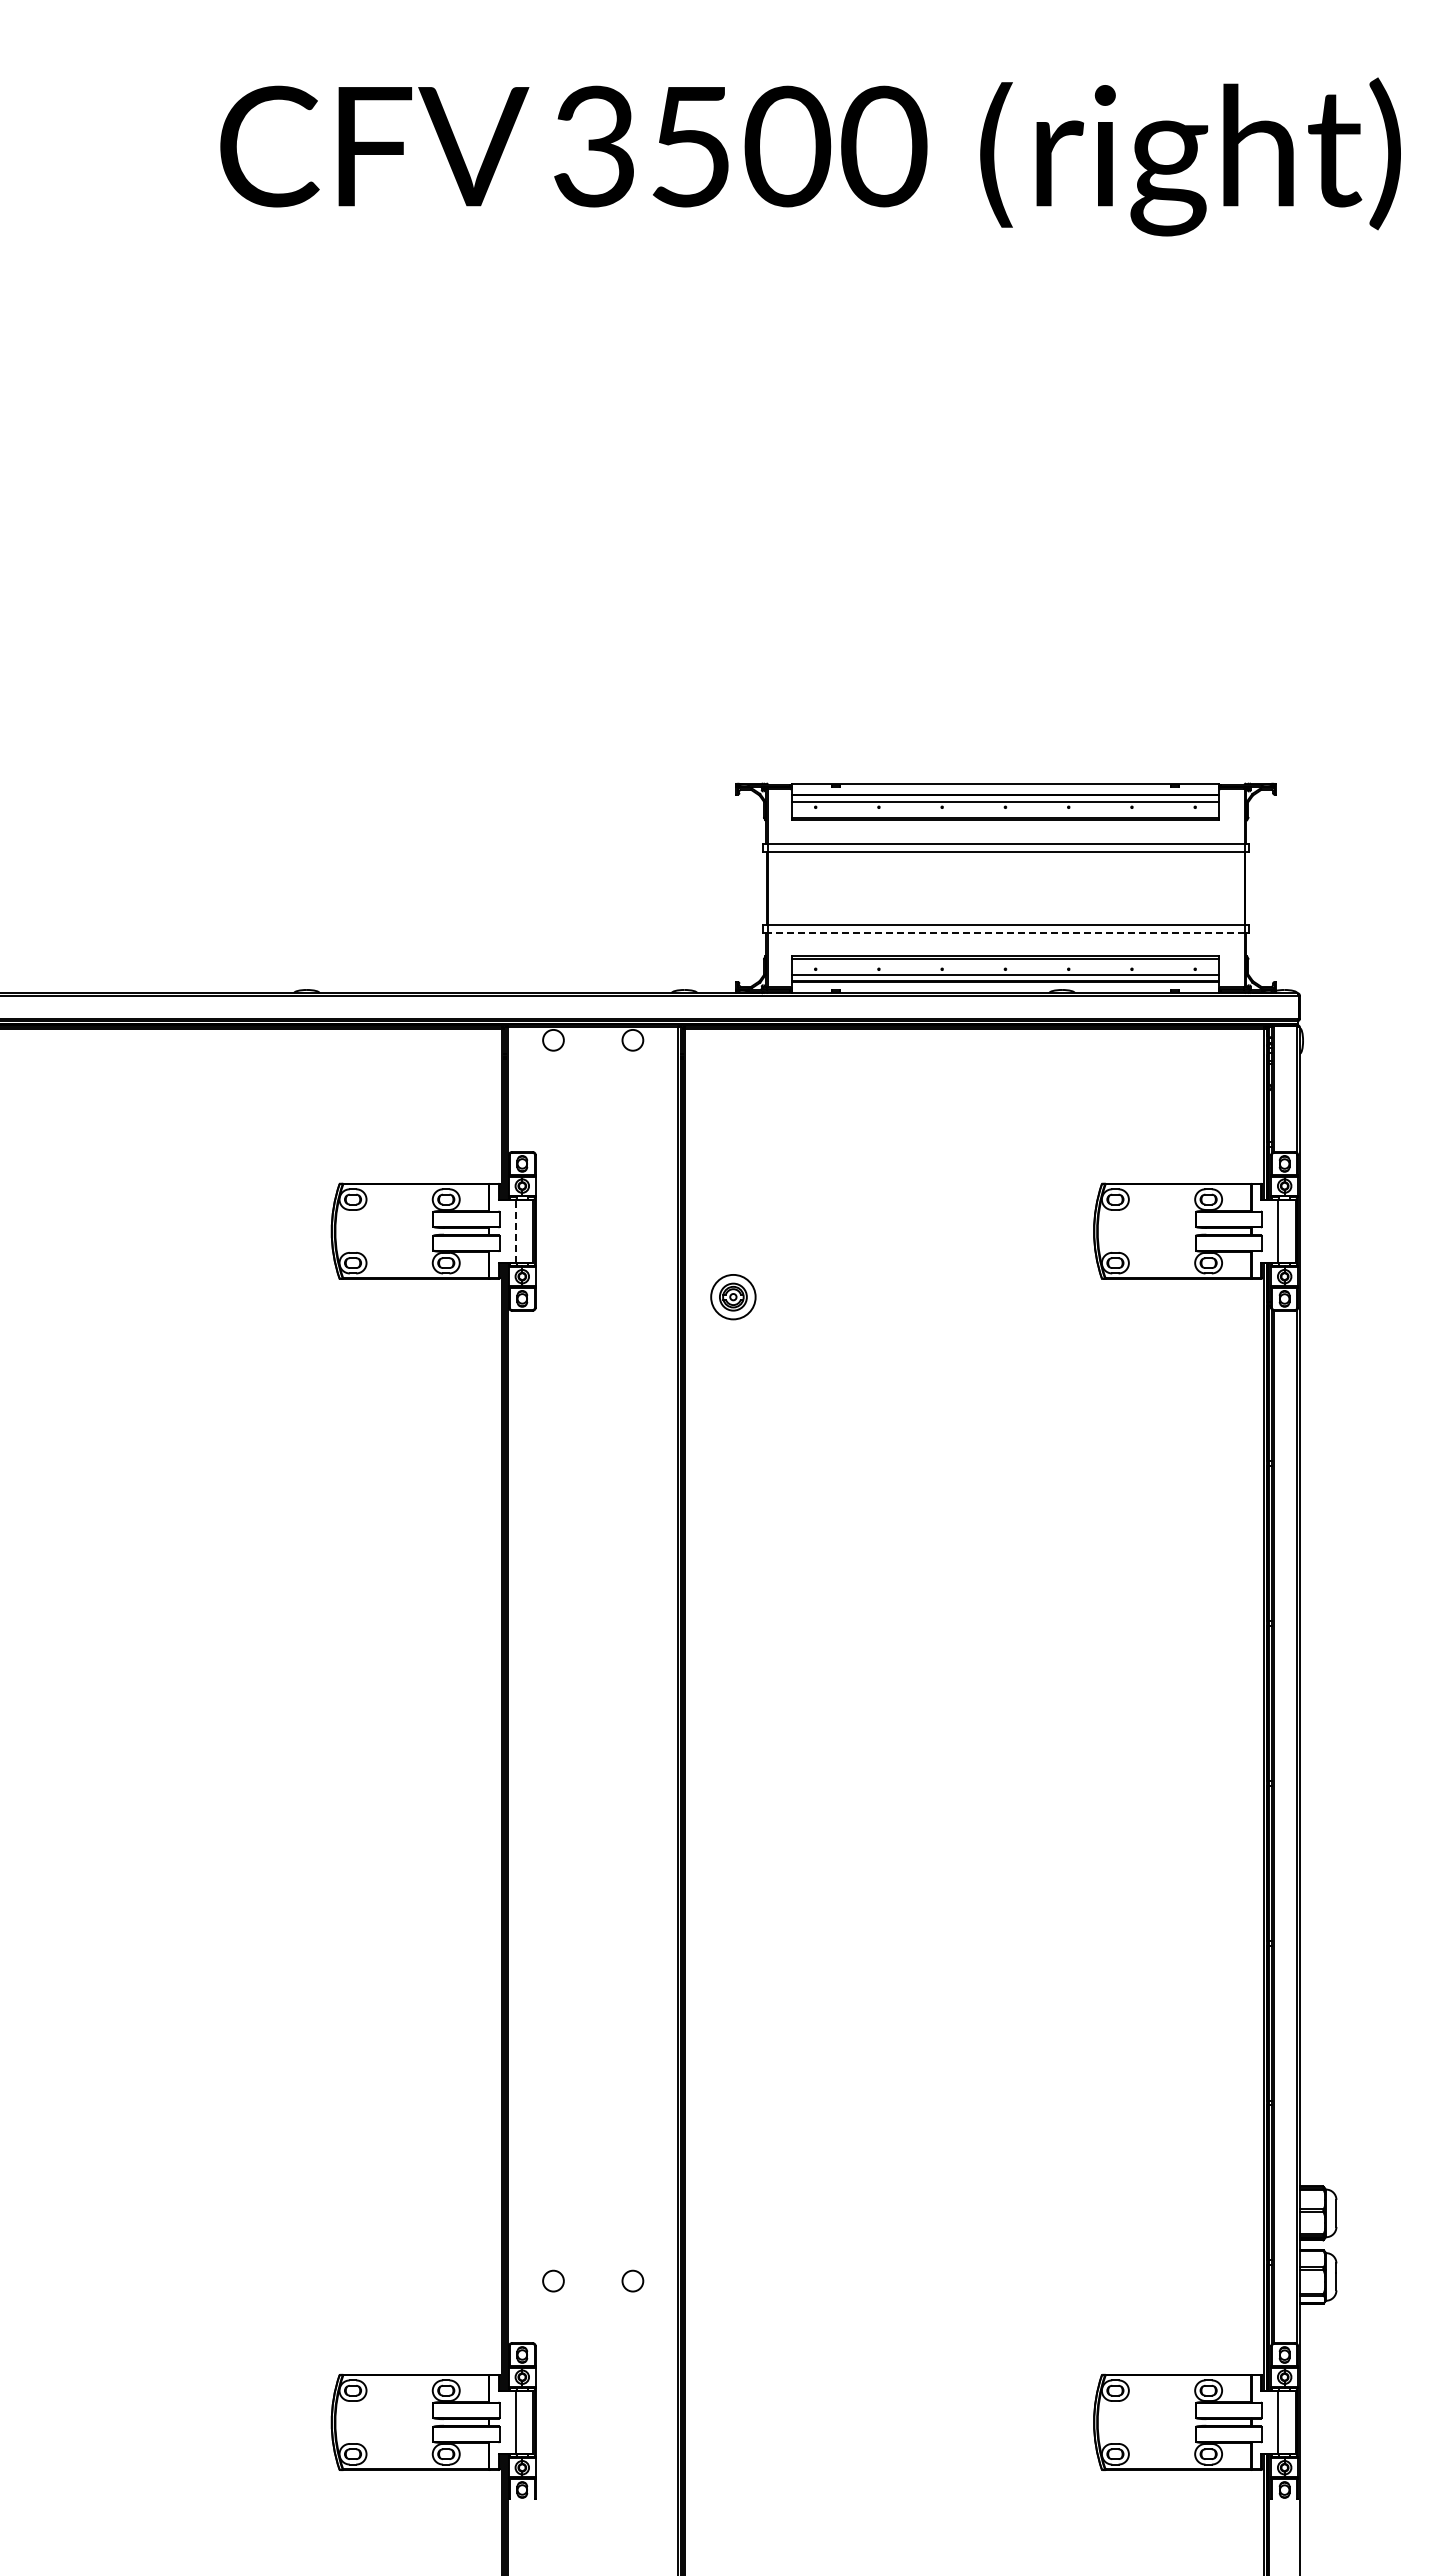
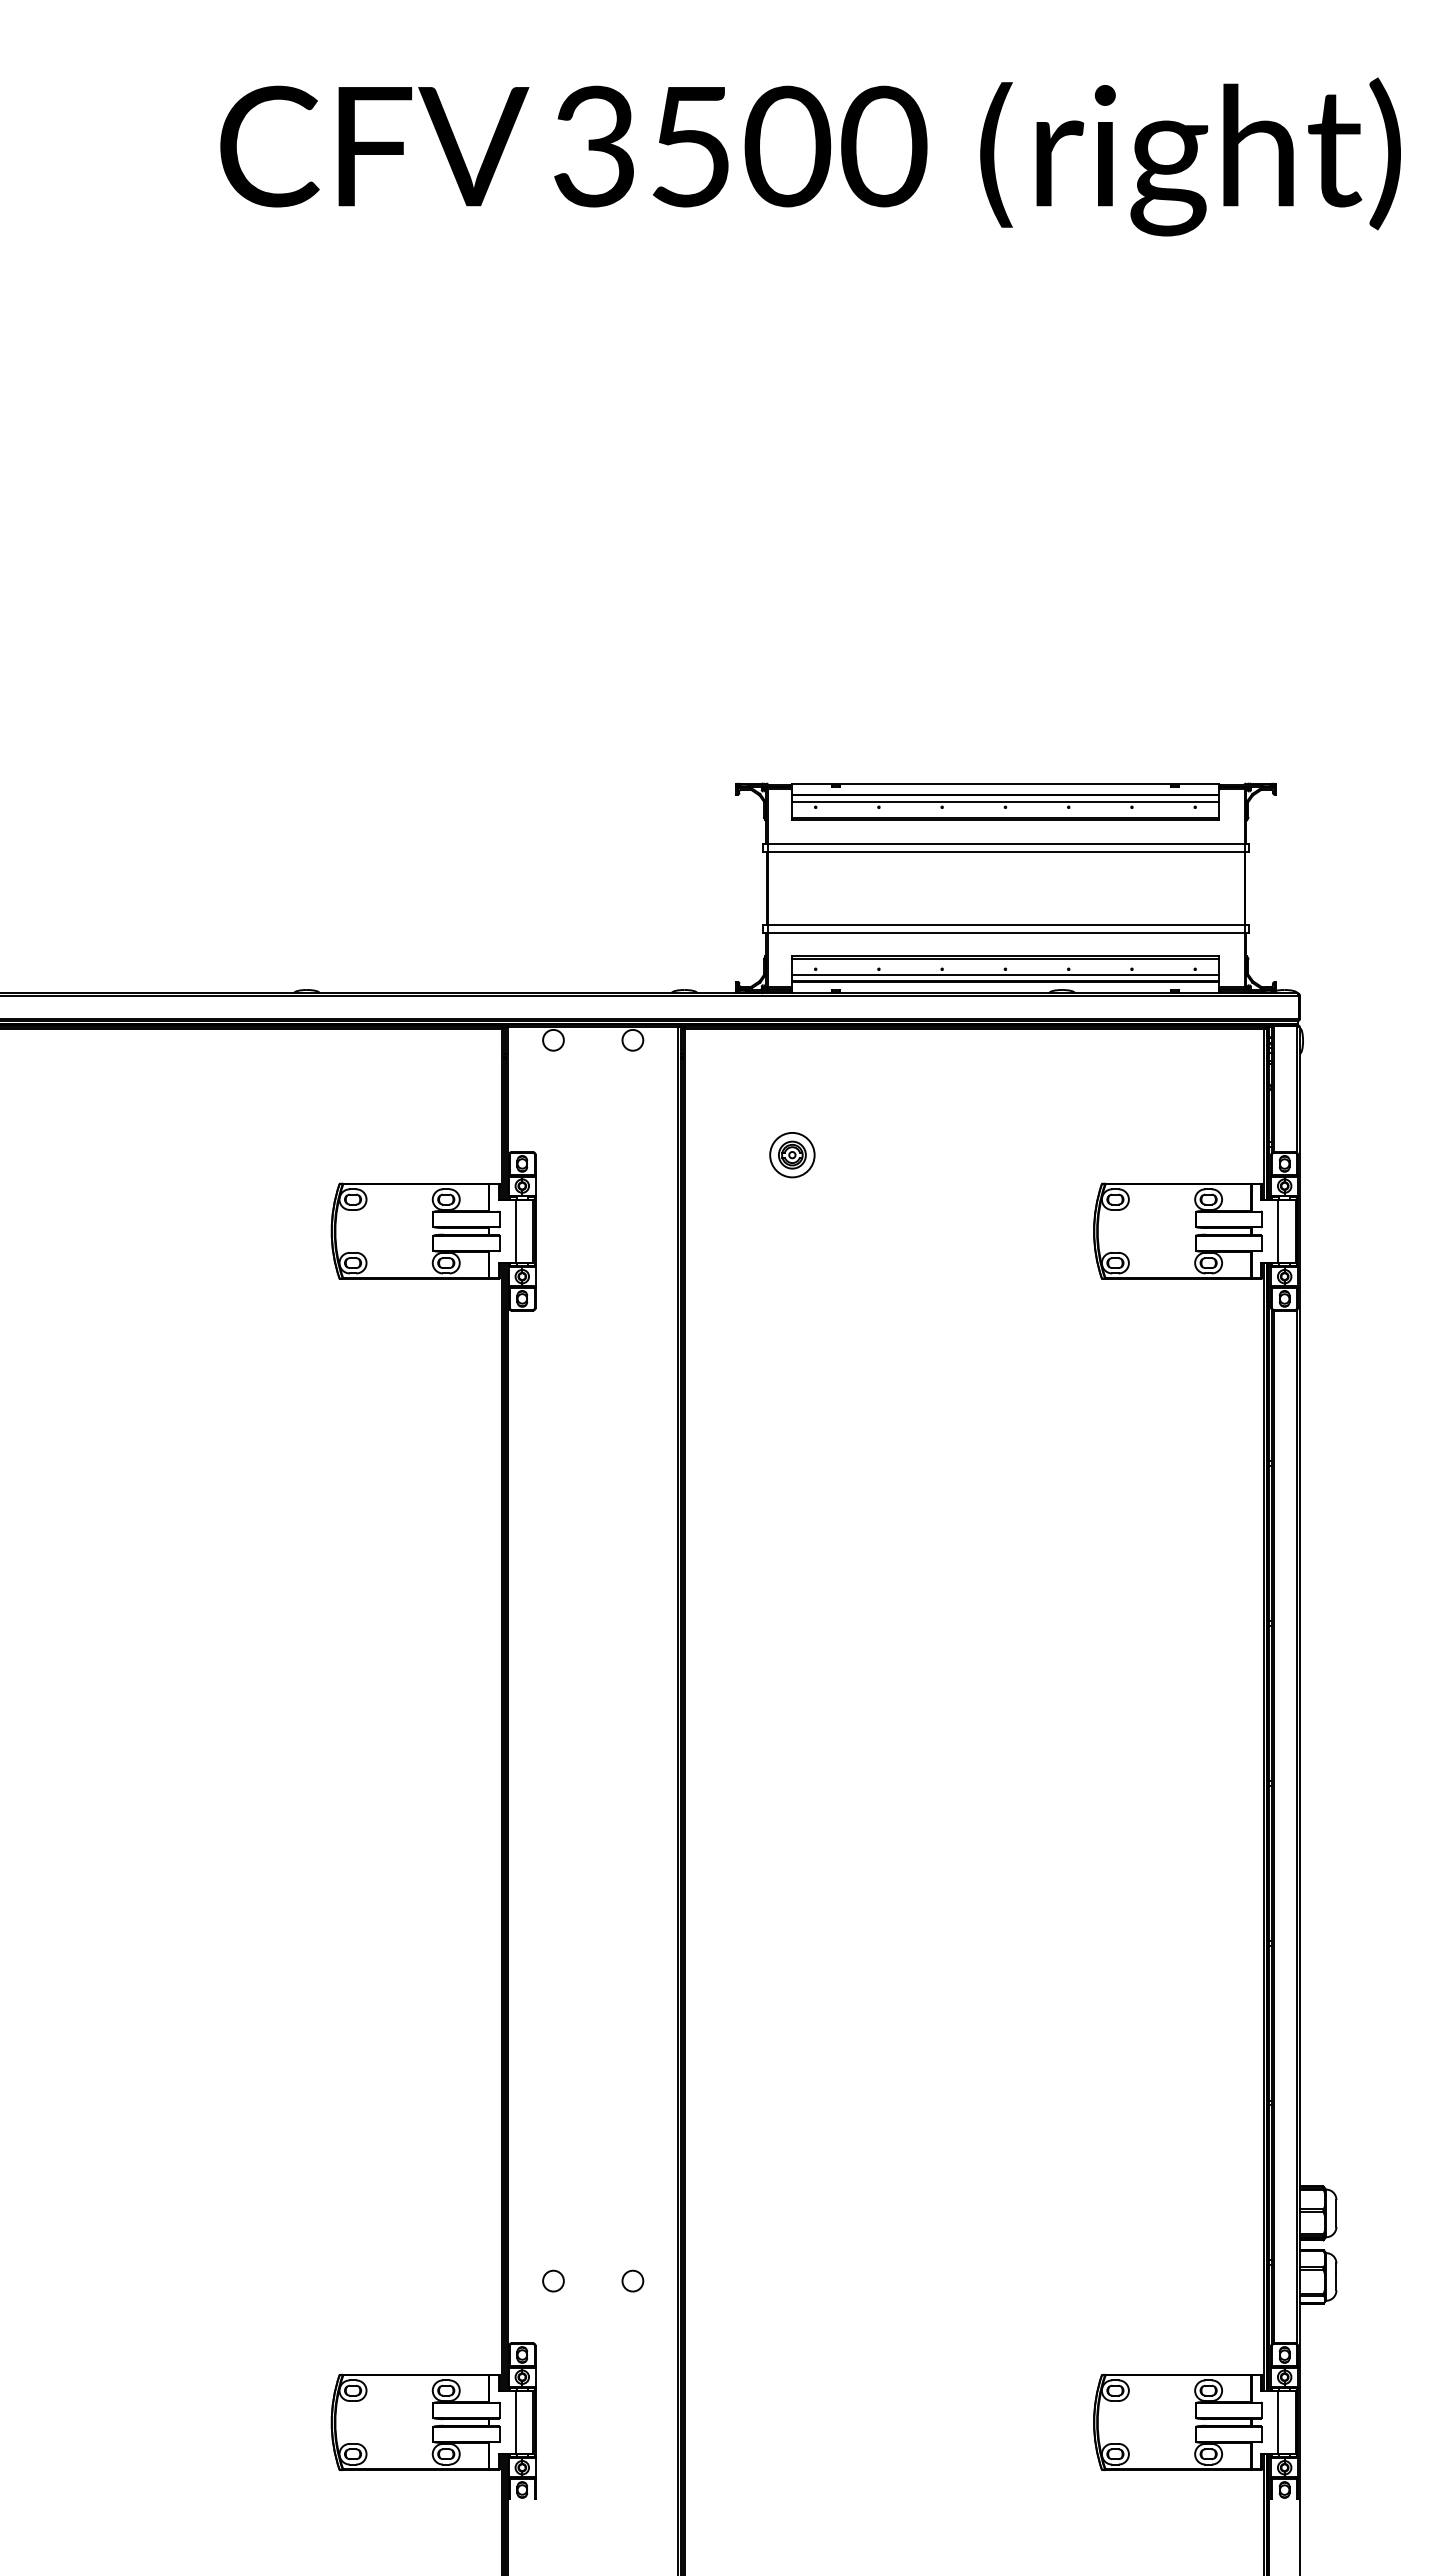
line at (1005, 932): dashed -> solid
line at (515, 1230): dashed -> solid
part at (733, 1297) position: (733, 1297) -> (792, 1155)
